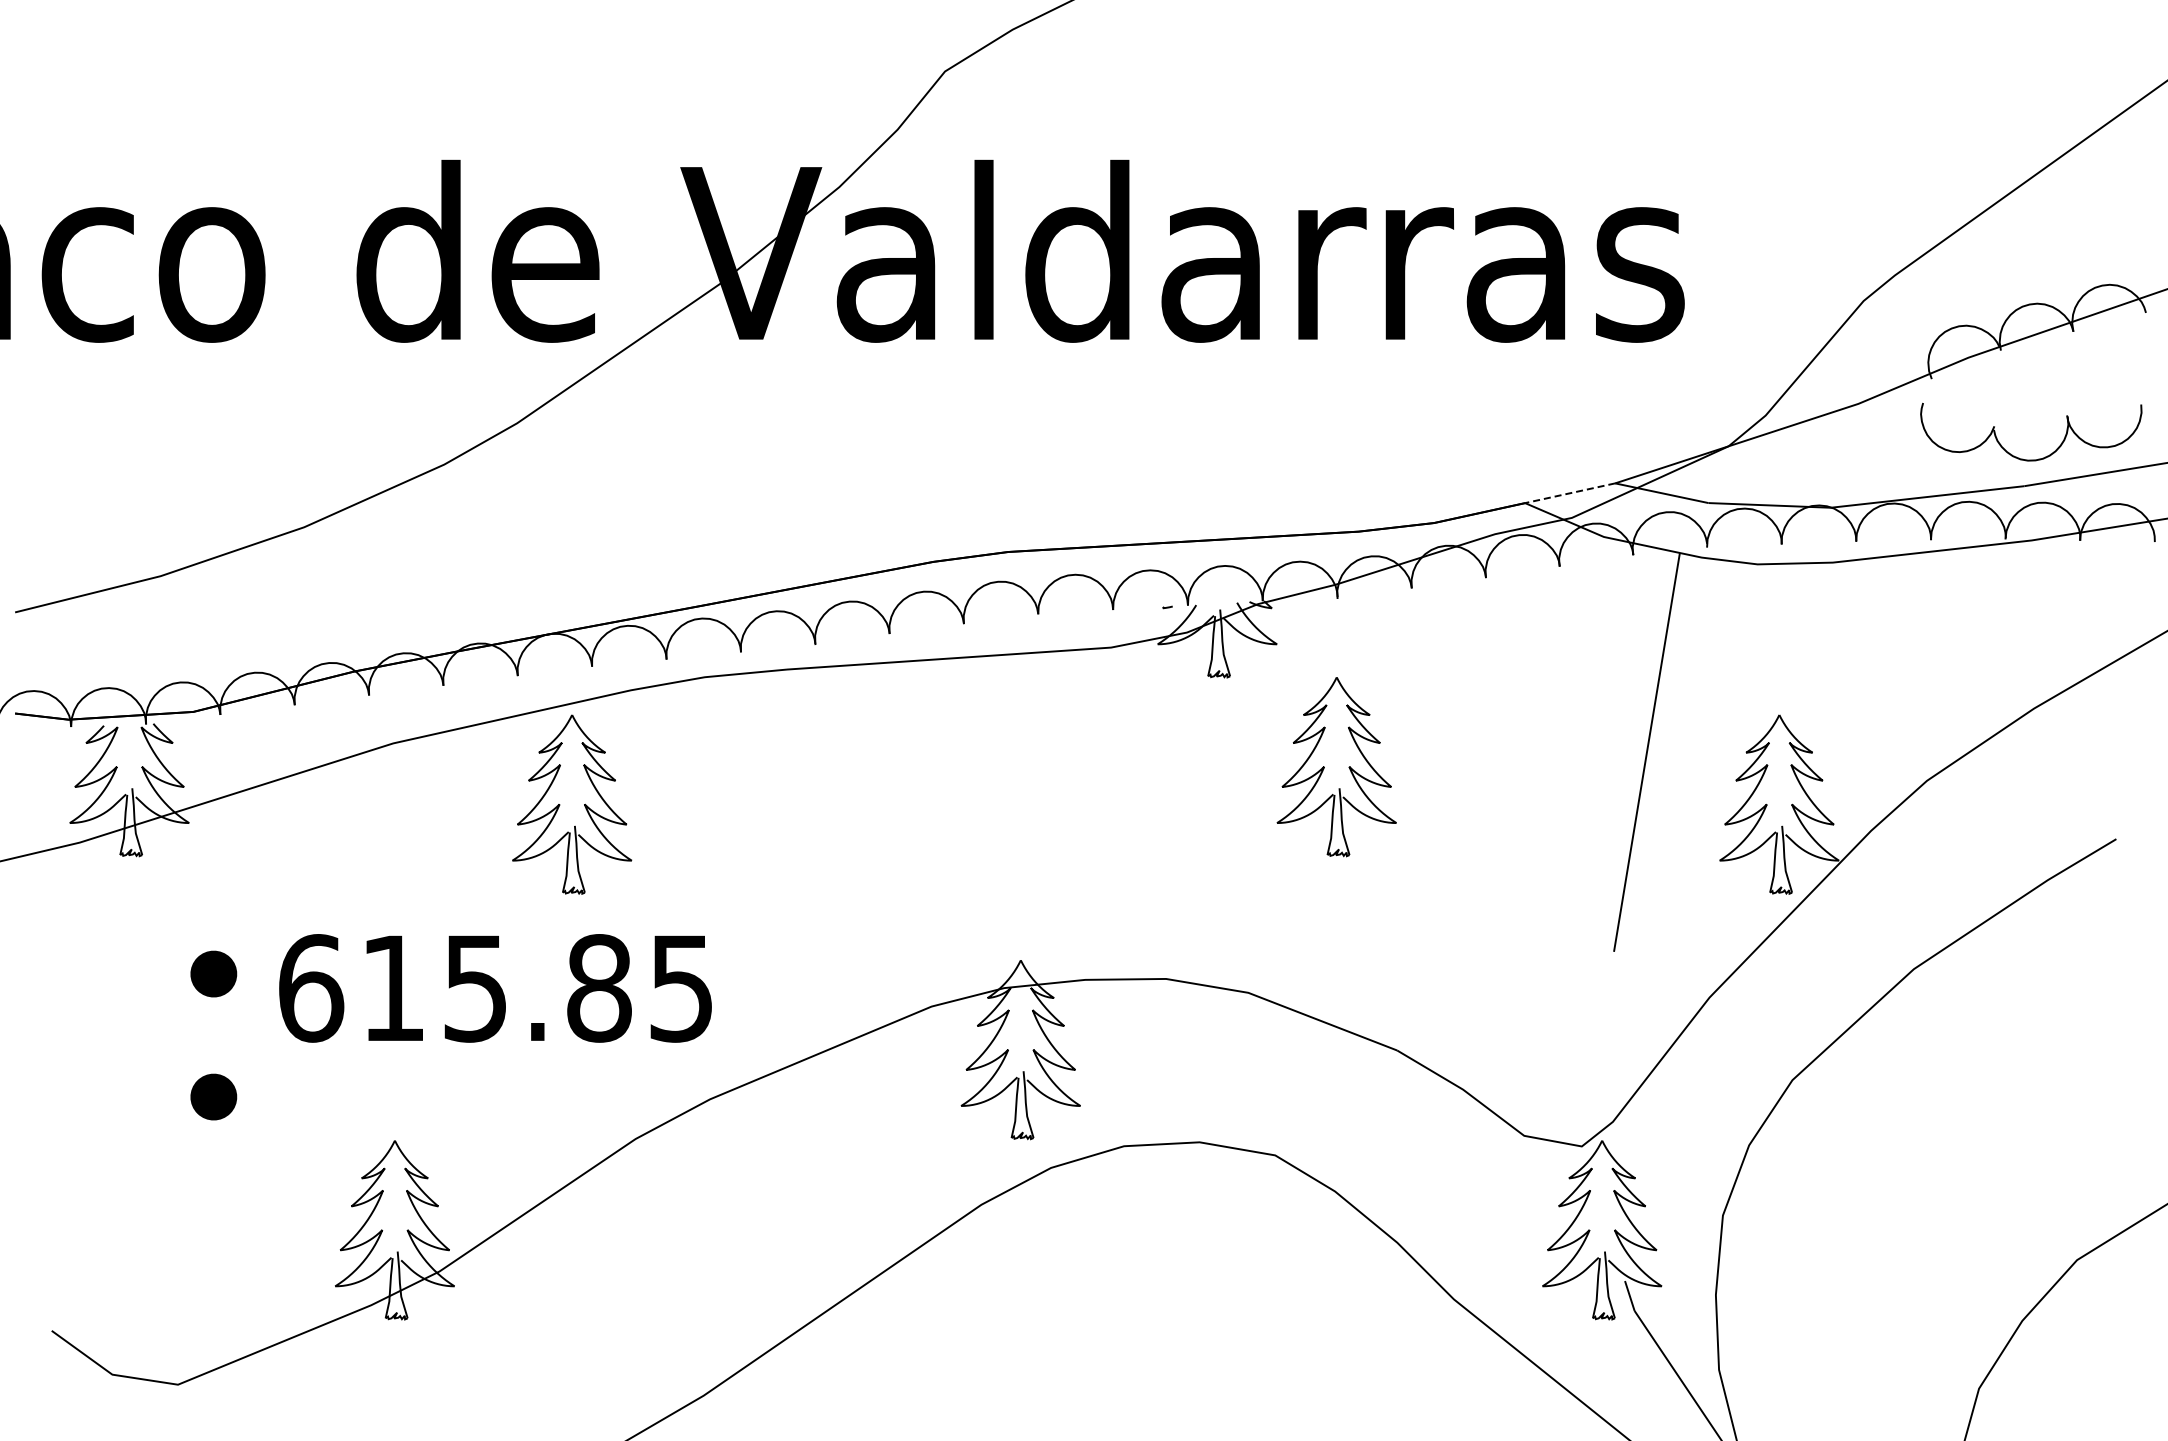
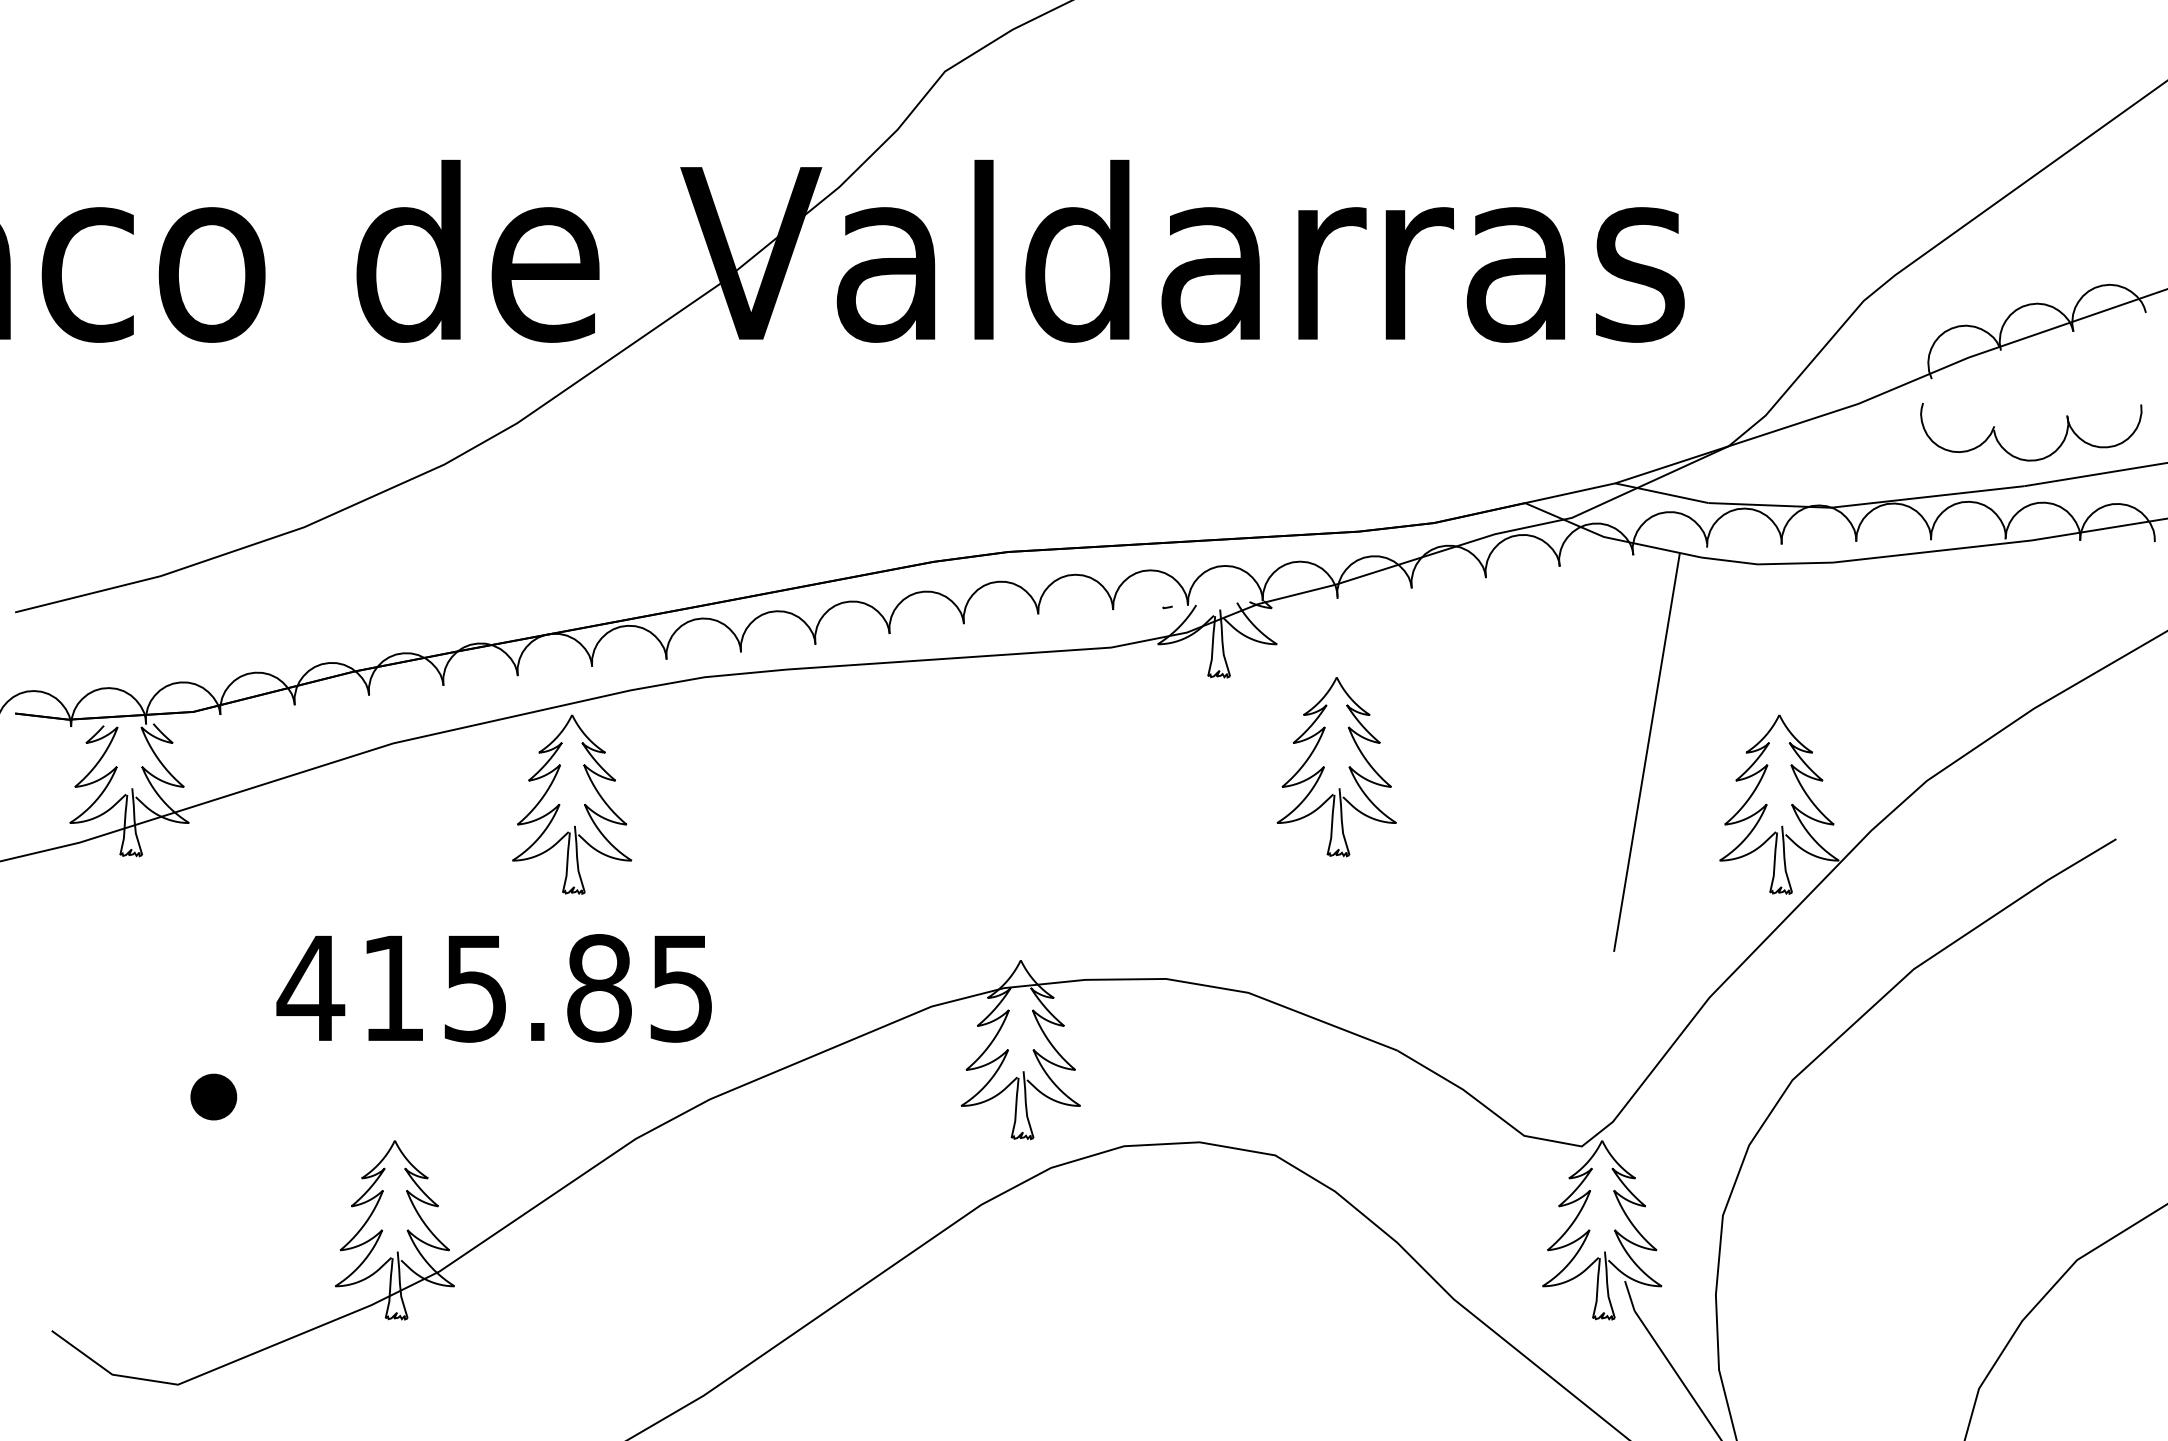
line at (1569, 493): dashed -> solid
part at (213, 973): present -> none
text at (310, 988): 615.85 -> 415.85
